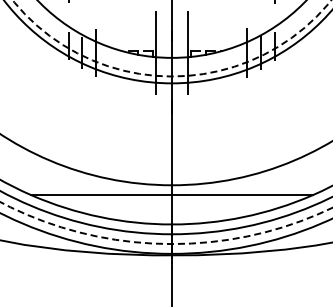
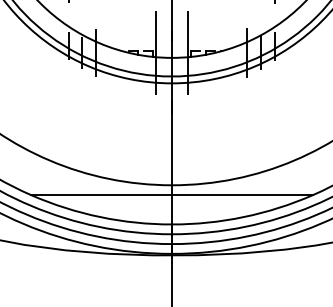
arc at (169, 76): dashed -> solid
circle at (166, 223): dashed -> solid
